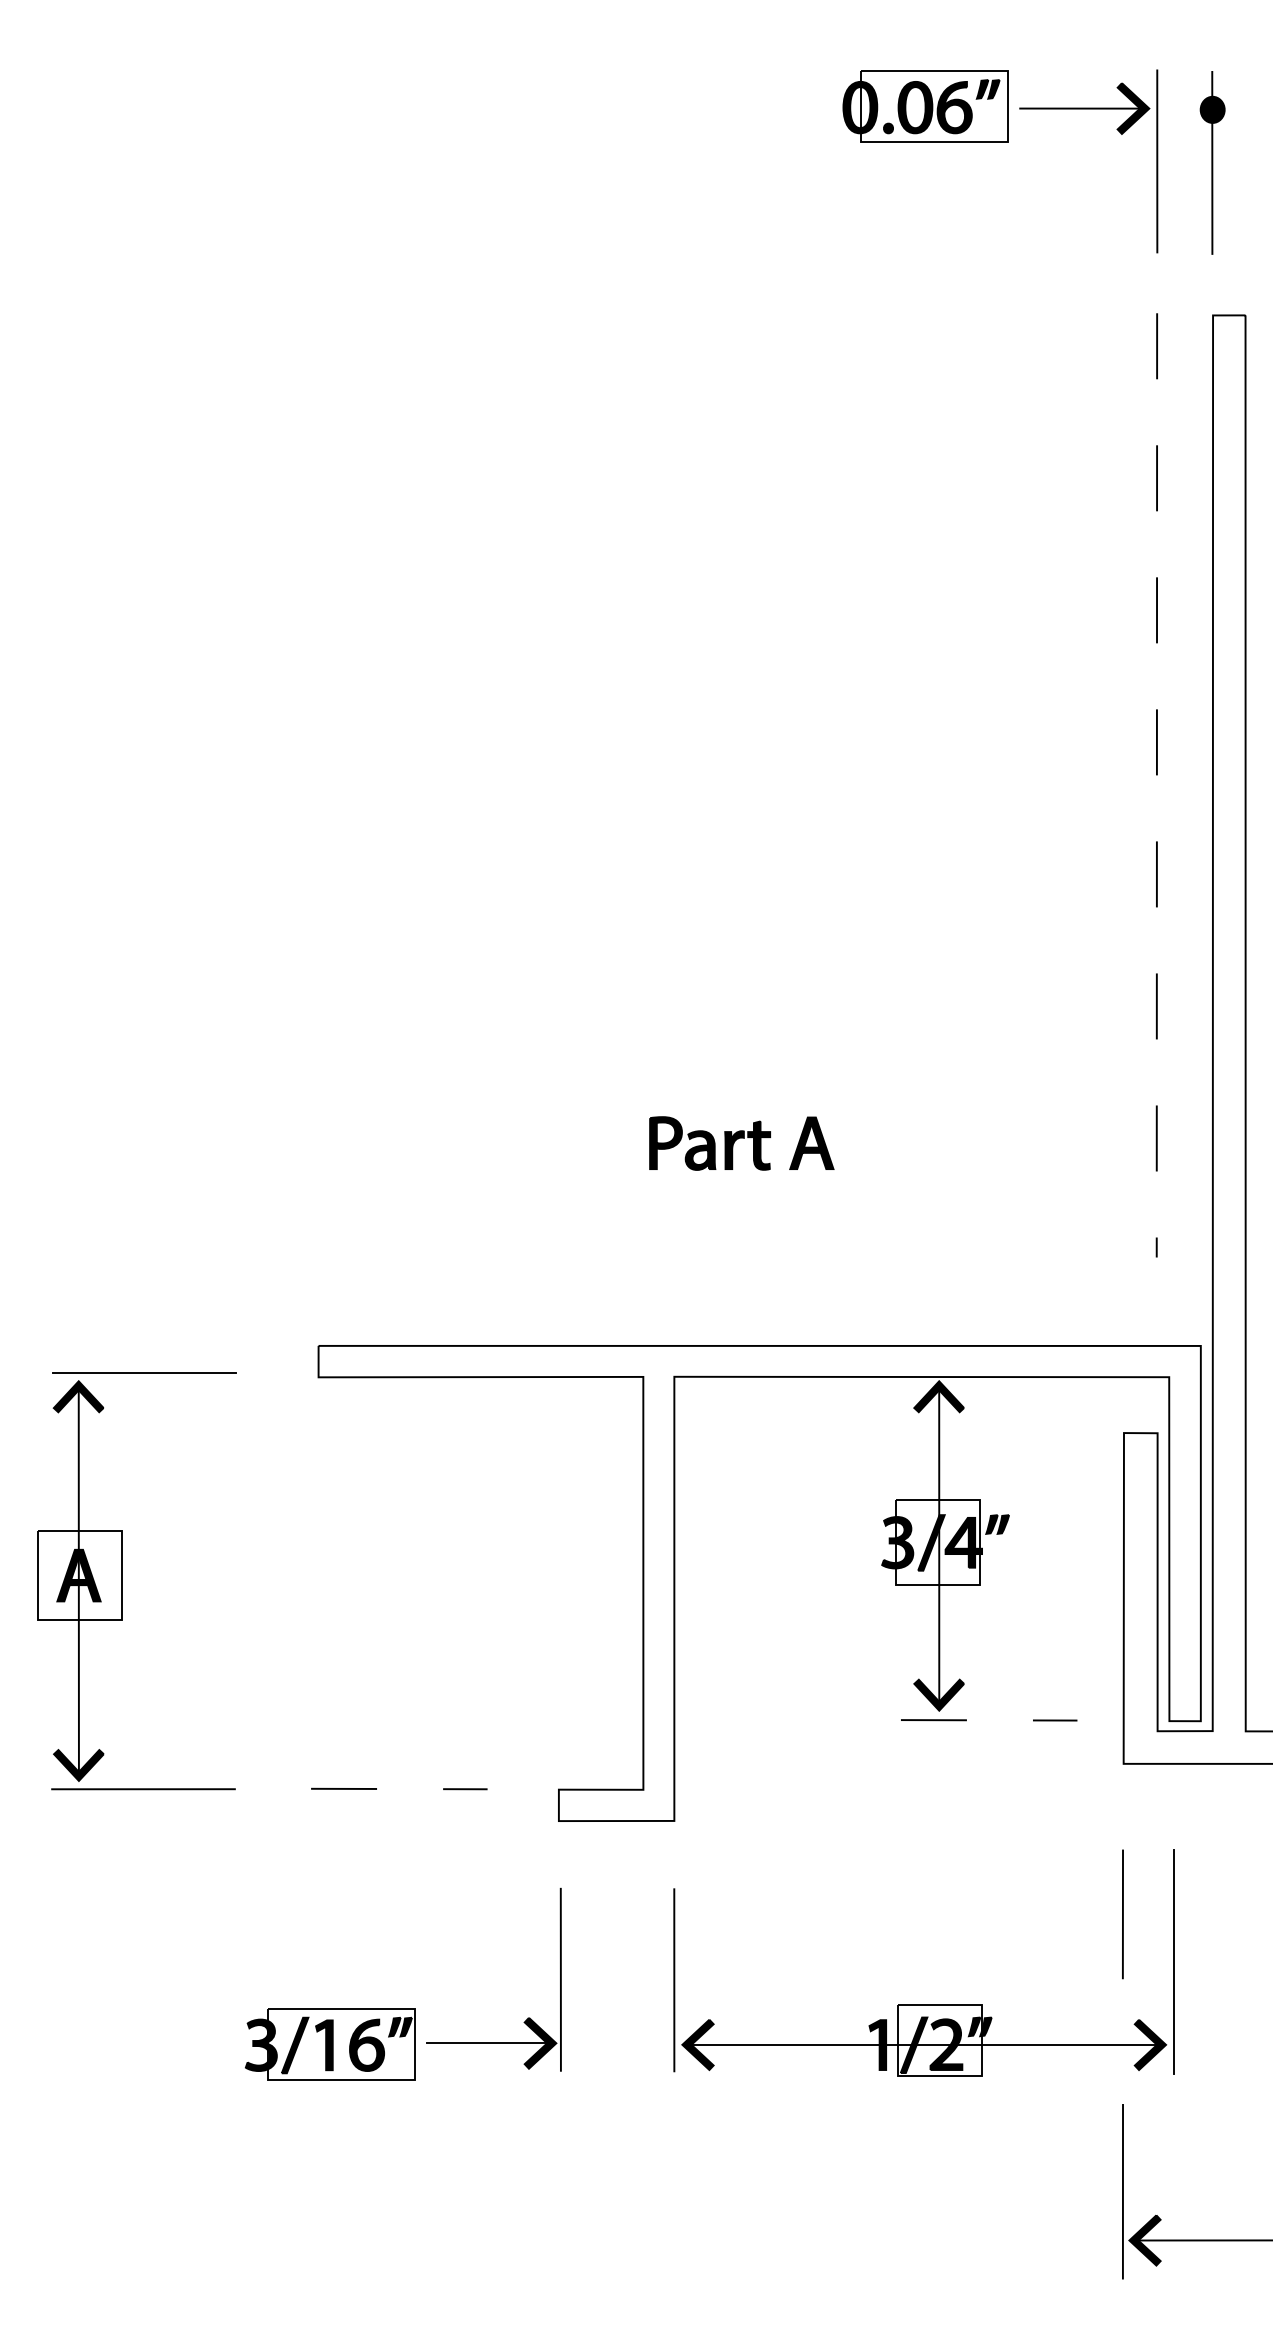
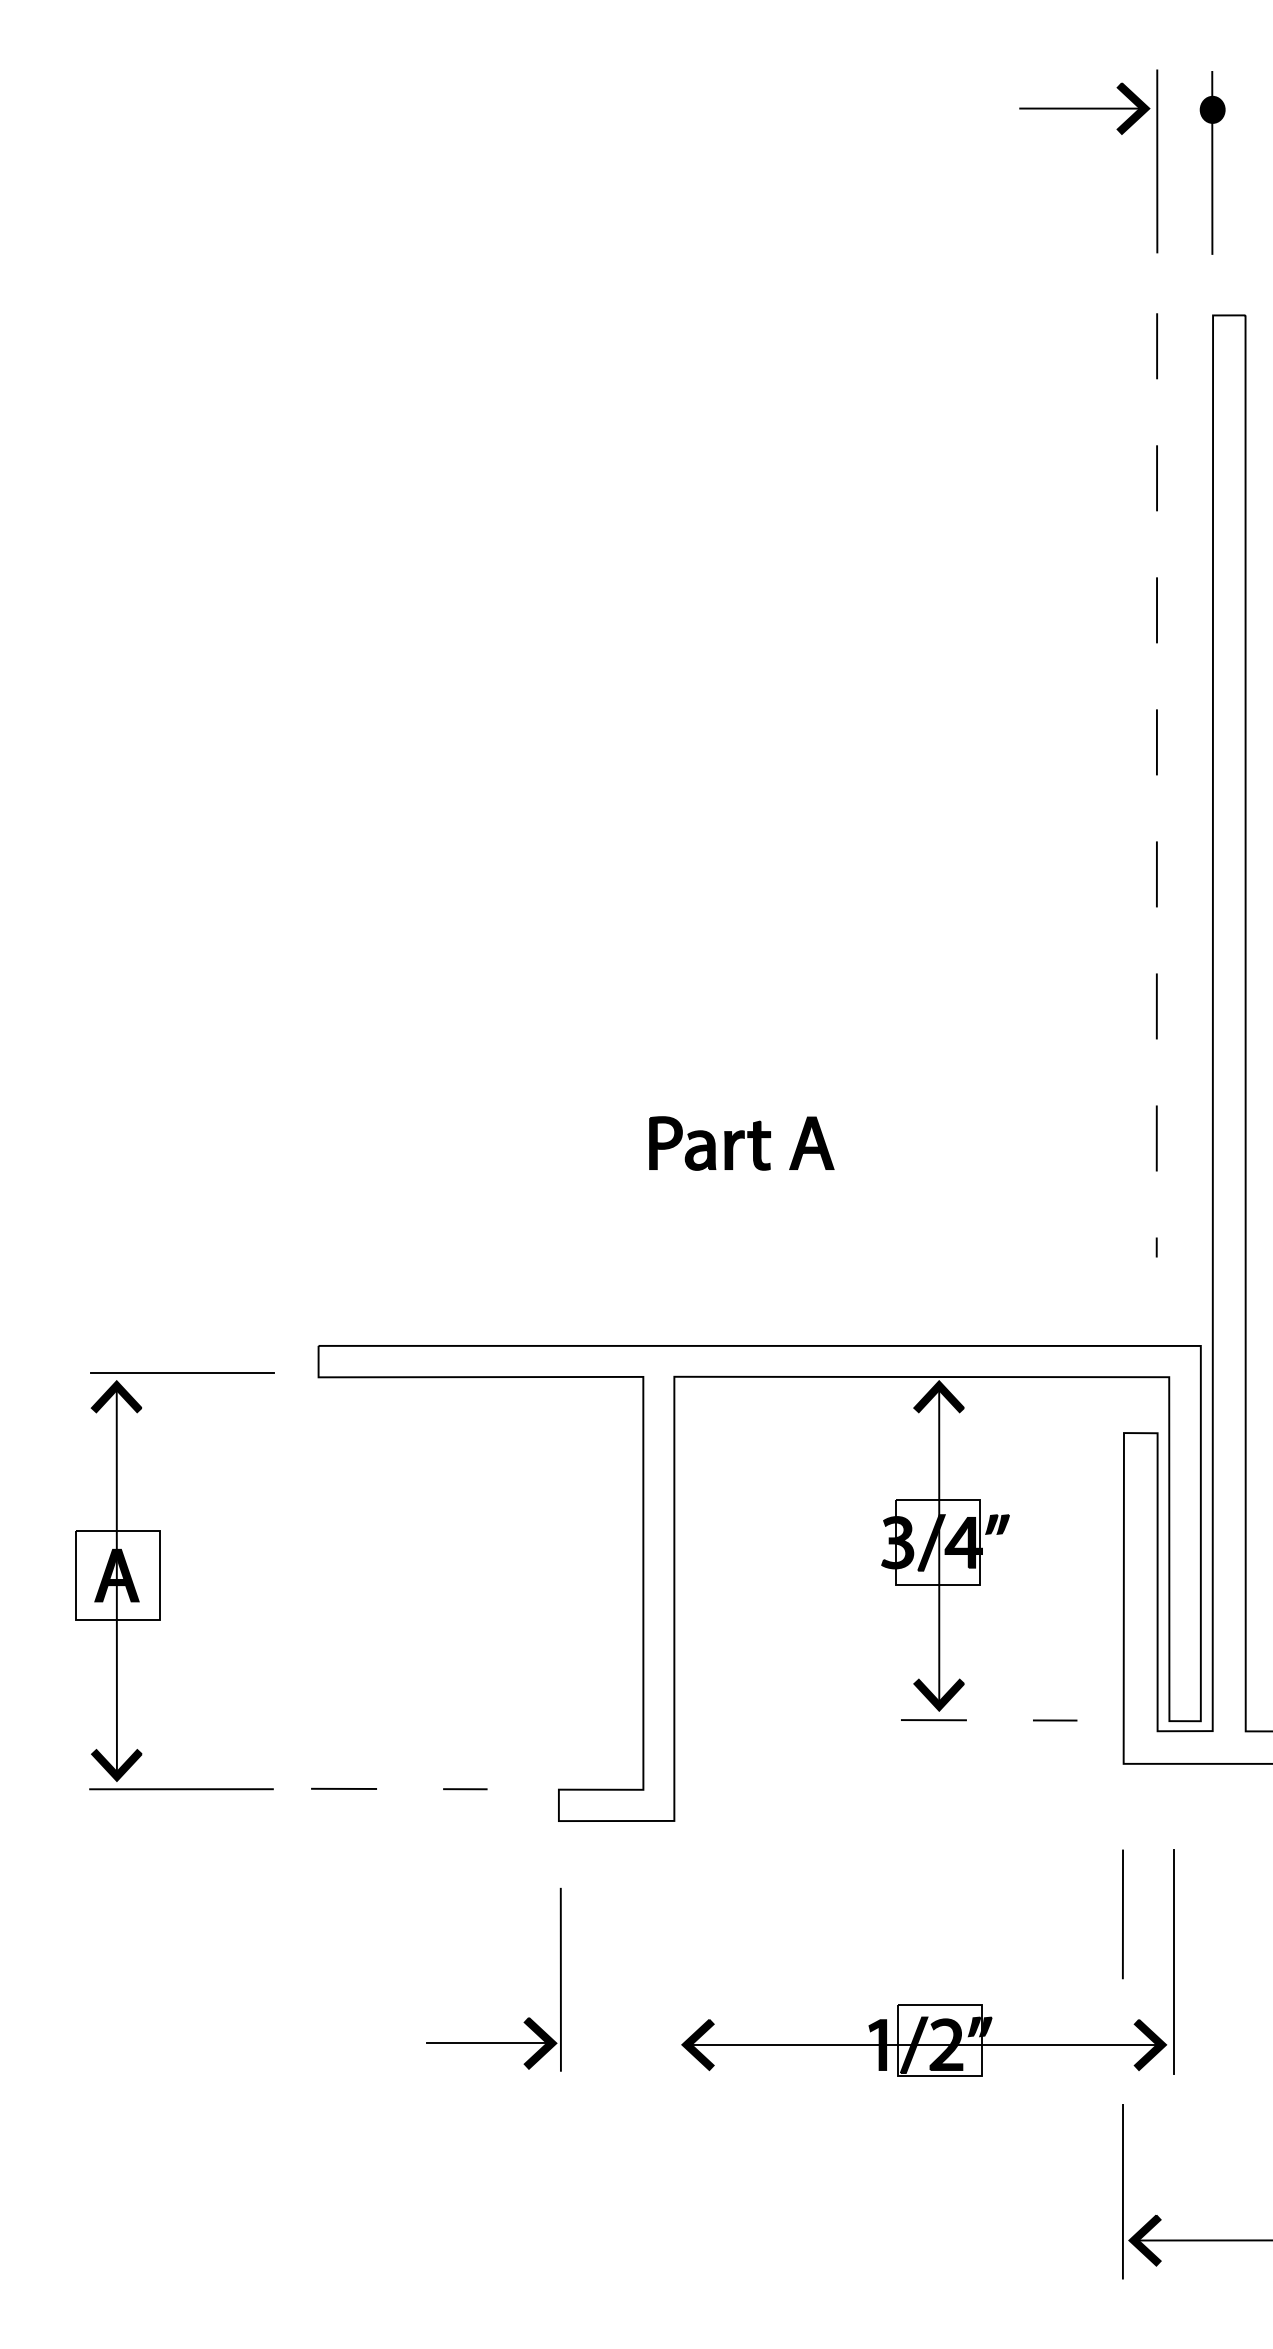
part at (925, 106): present -> none
part at (122, 1581) position: (122, 1581) -> (160, 1581)
line at (674, 1980): present -> none
part at (330, 2044): present -> none
